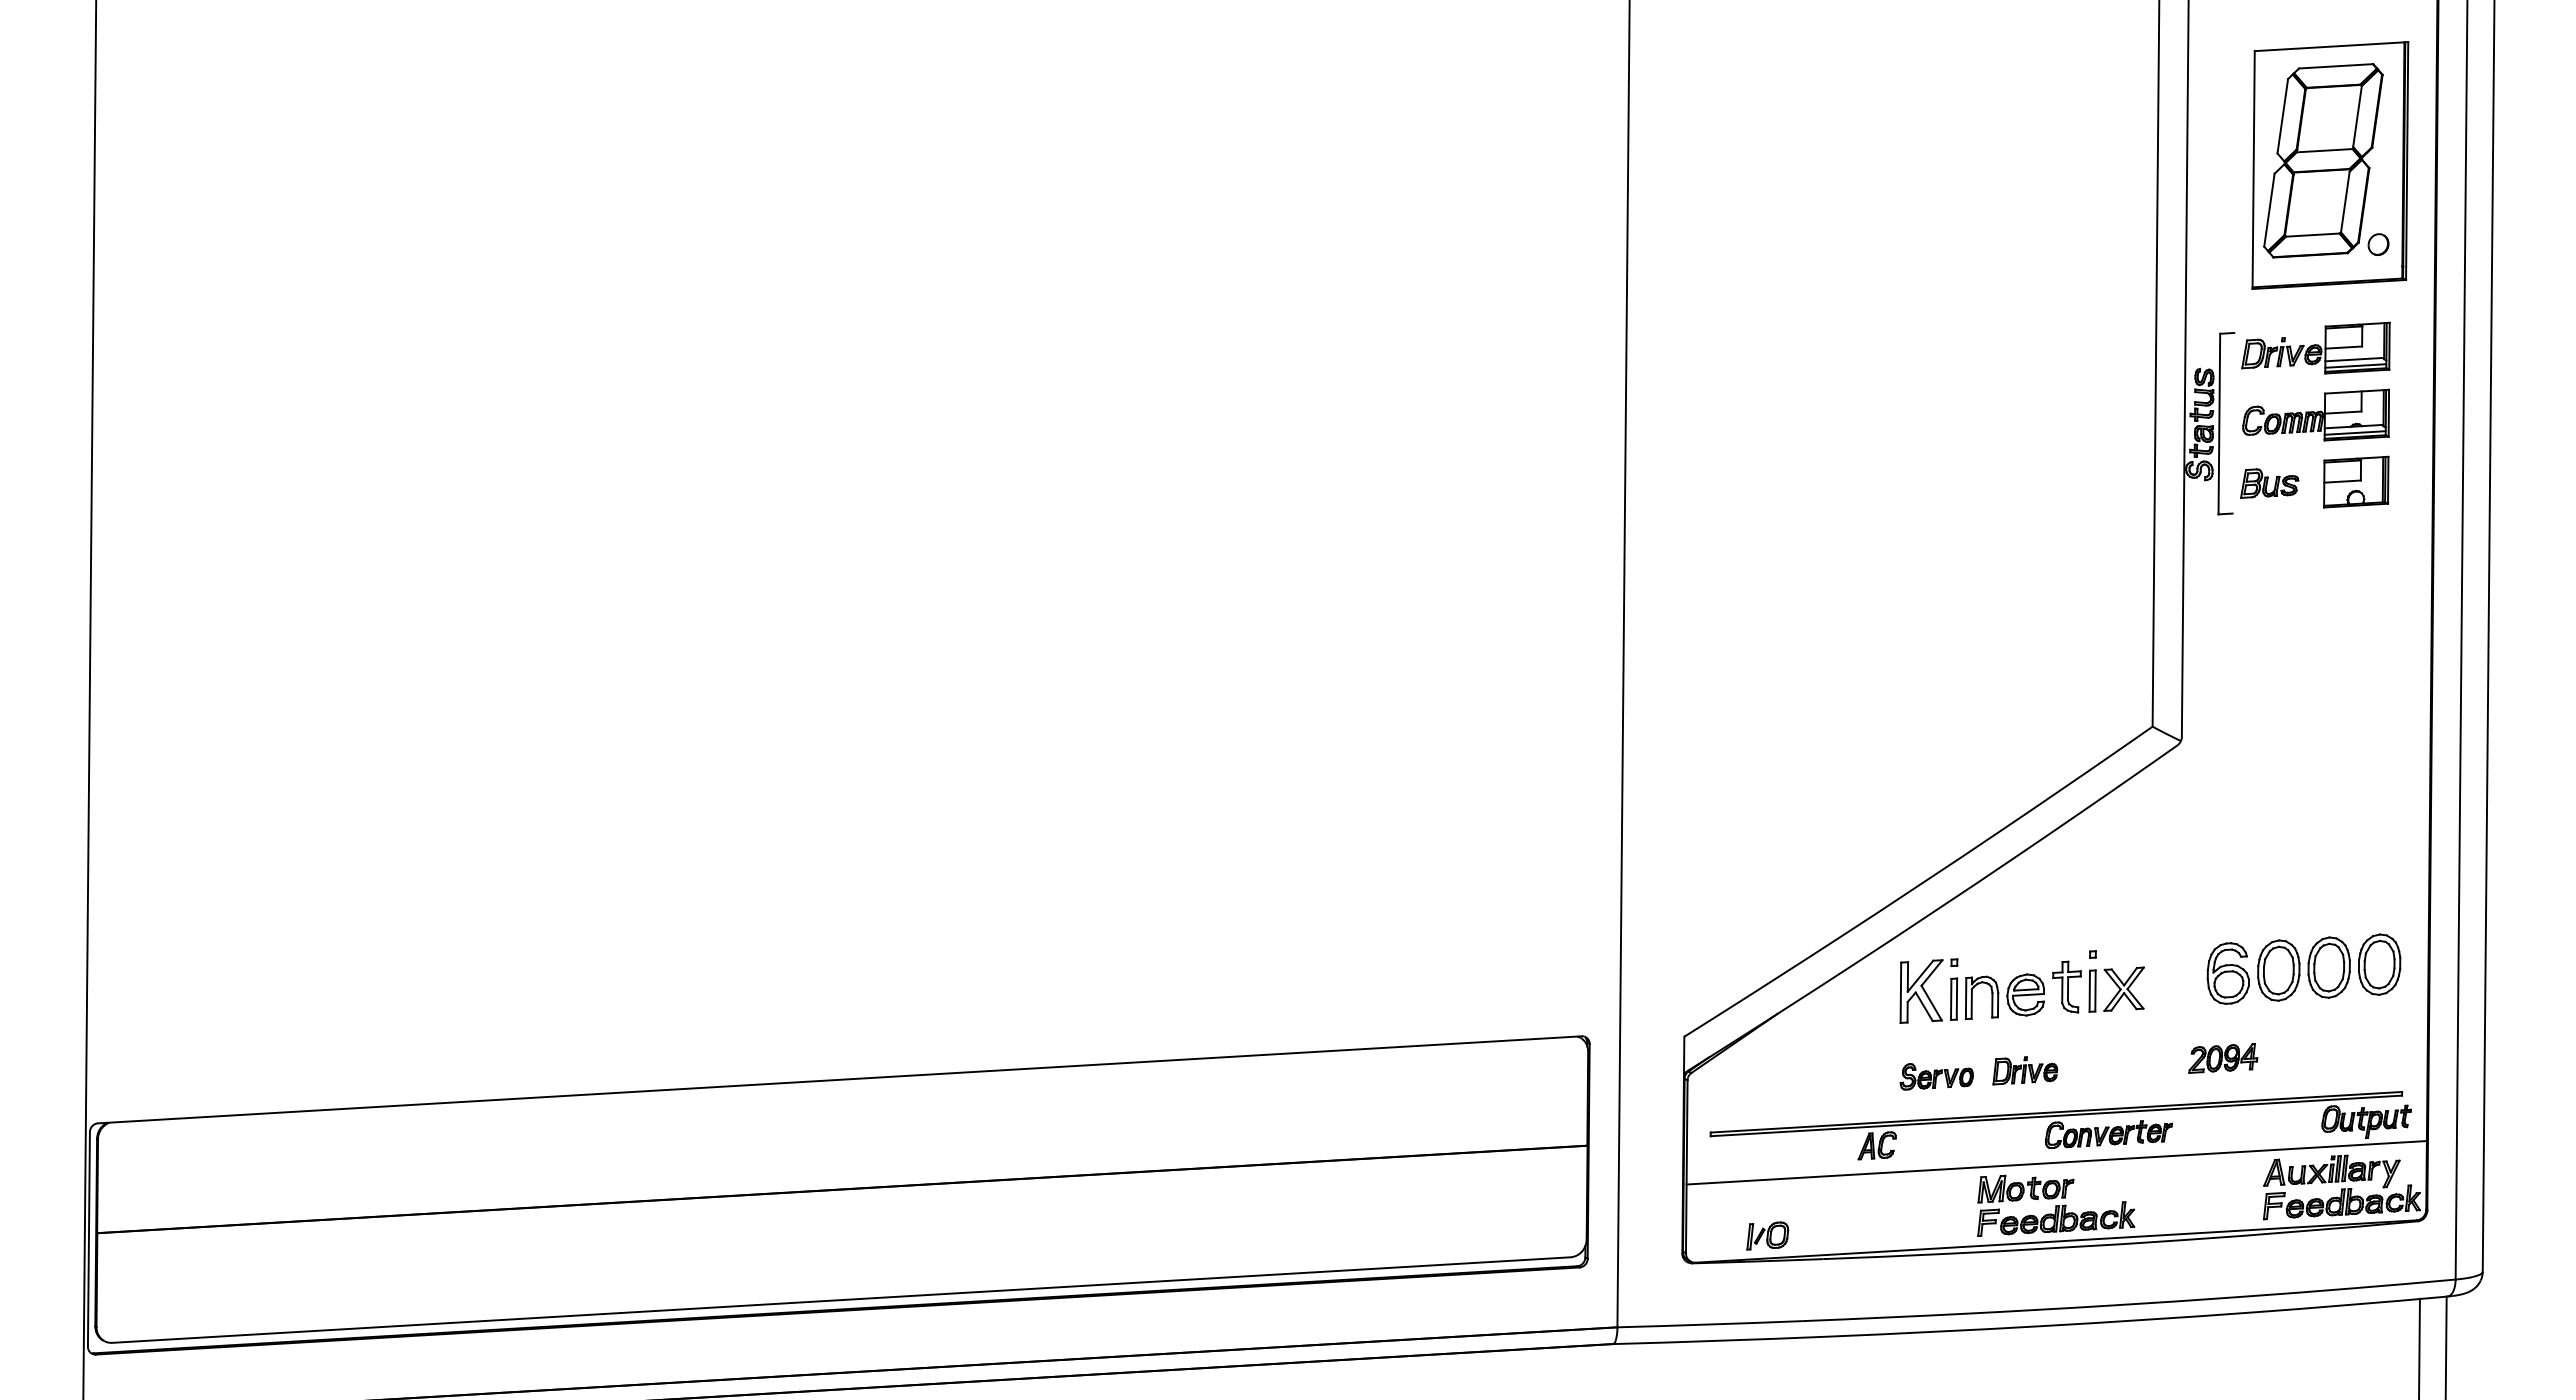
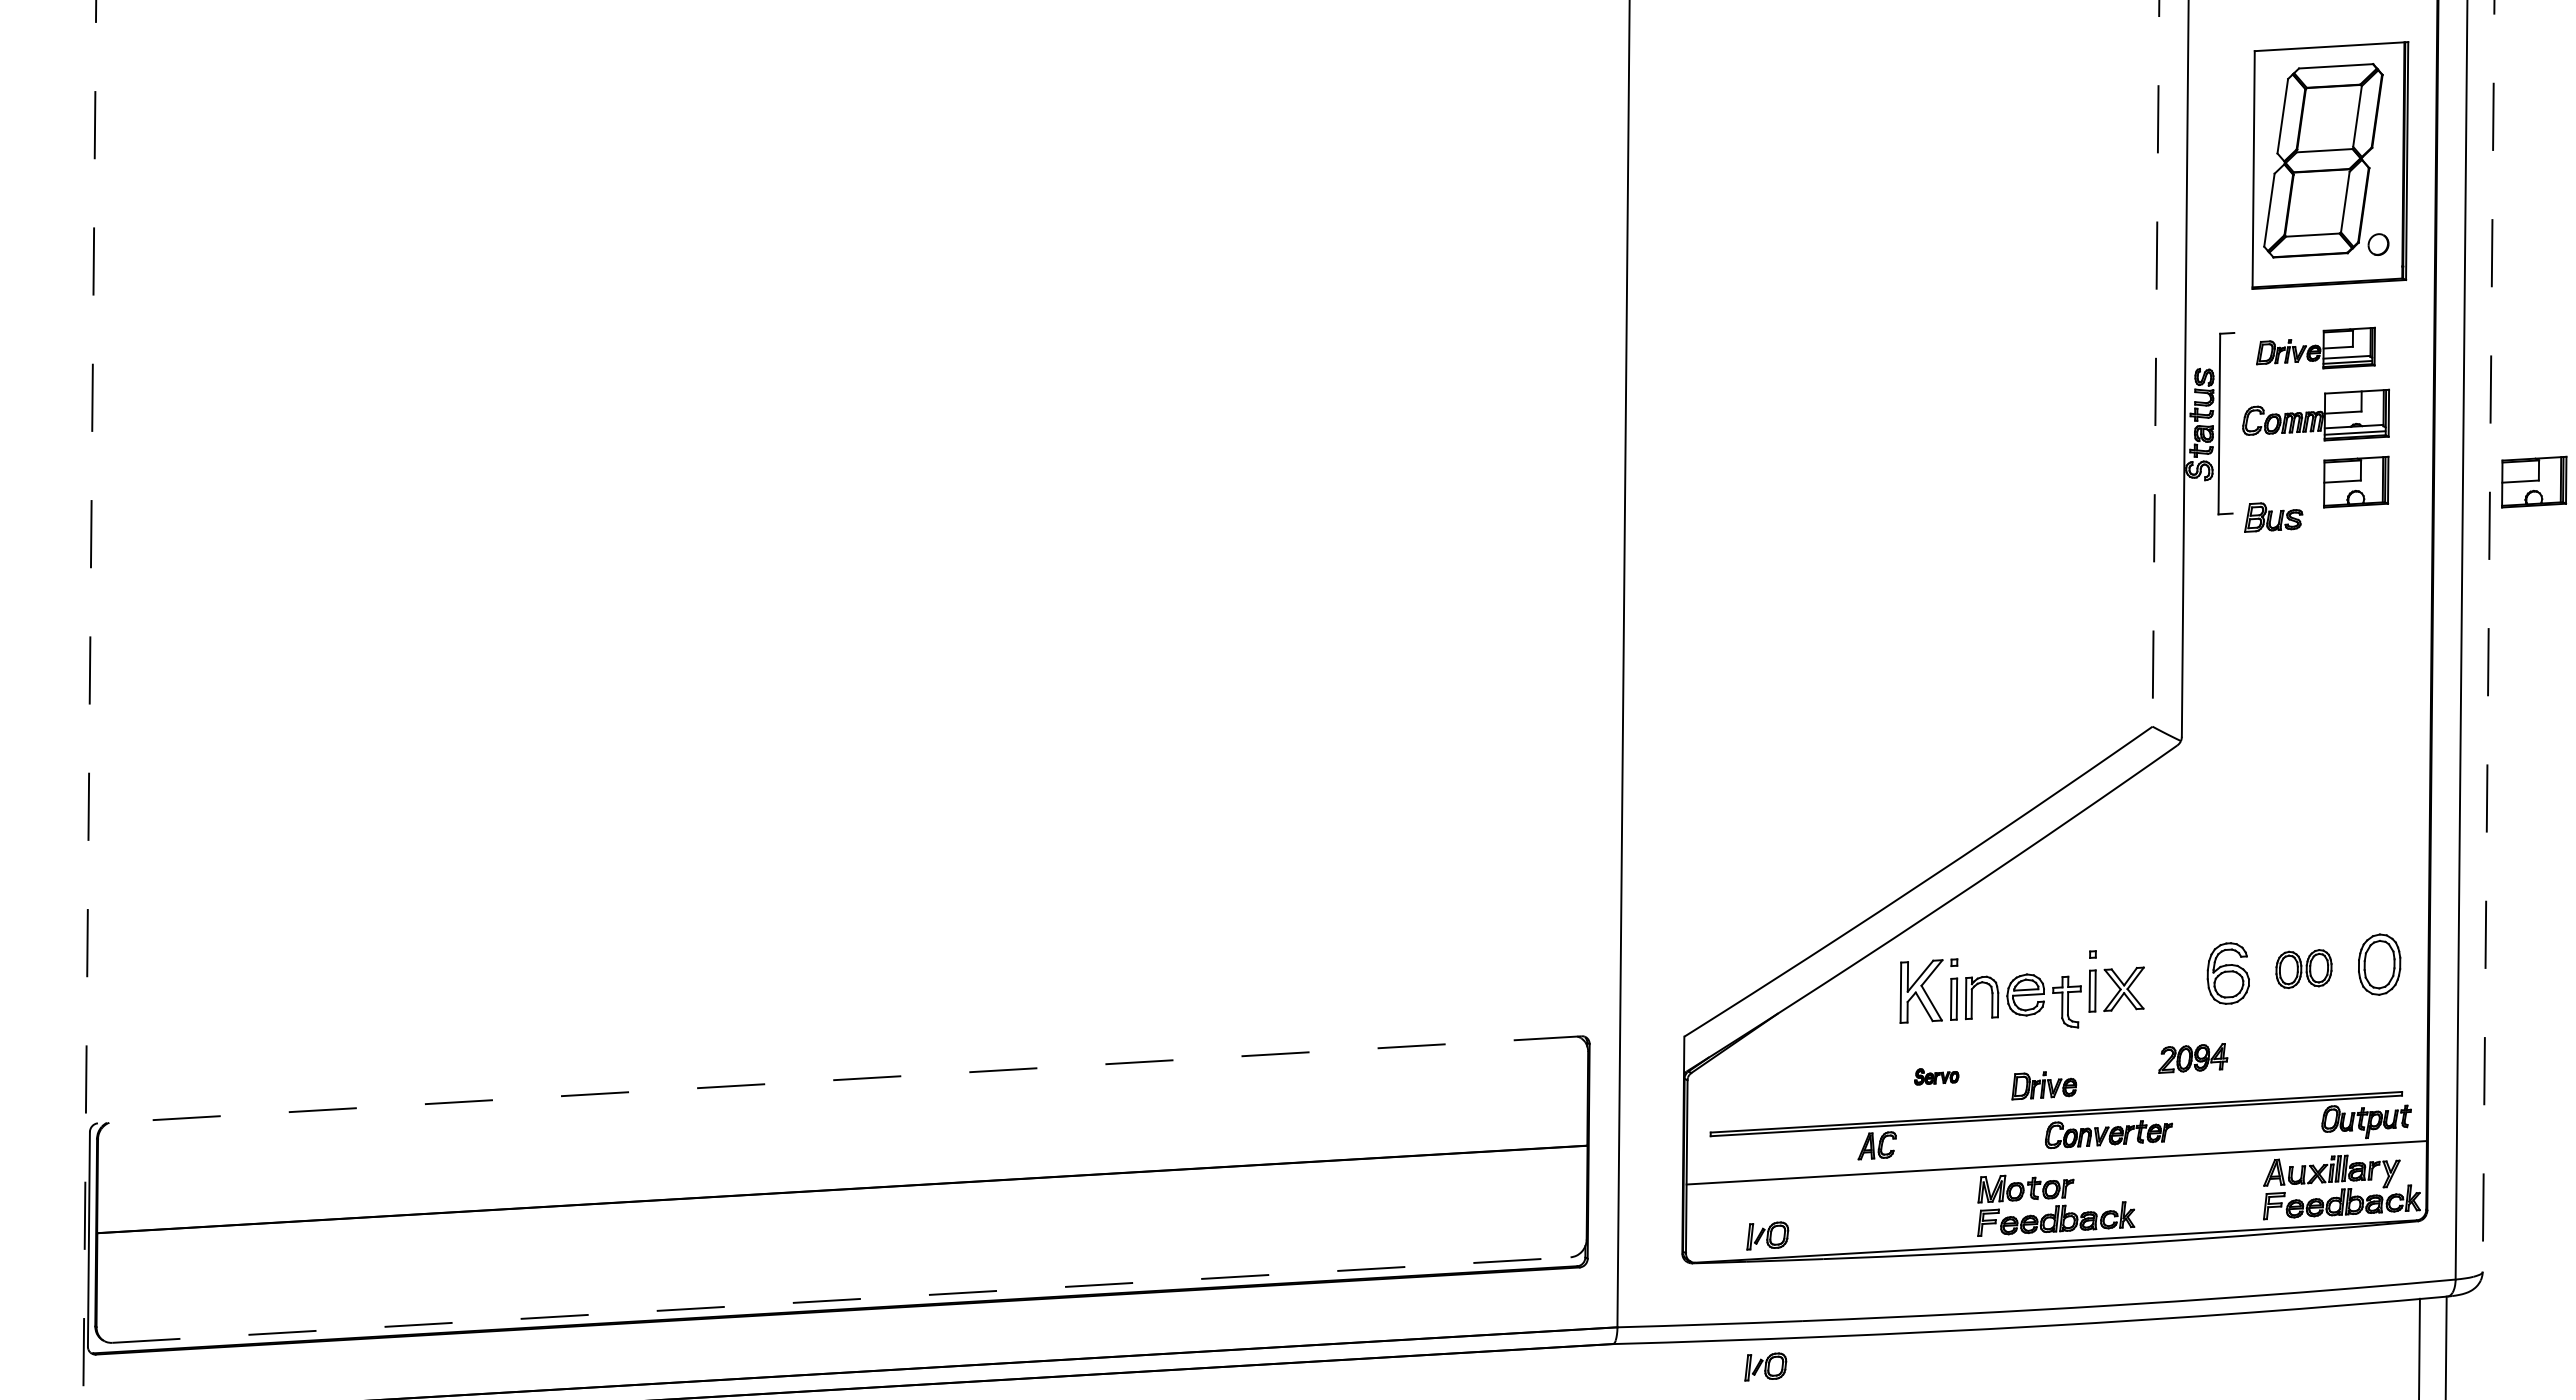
part at (2315, 347) size: 150x54 px -> 120x44 px
line at (2155, 363): solid -> dashed
part at (2534, 481): none -> present
part at (2269, 483) position: (2269, 483) -> (2273, 517)
line at (2488, 635): solid -> dashed
line at (89, 700): solid -> dashed
part at (2303, 968) size: 94x66 px -> 58x40 px
part at (2066, 986) position: (2066, 986) -> (2066, 1001)
part at (2223, 1058) position: (2223, 1058) -> (2193, 1058)
part at (2025, 1070) position: (2025, 1070) -> (2044, 1085)
part at (1936, 1076) size: 75x28 px -> 46x18 px
line at (839, 1079): solid -> dashed
line at (841, 1300): solid -> dashed
part at (1765, 1366): none -> present
